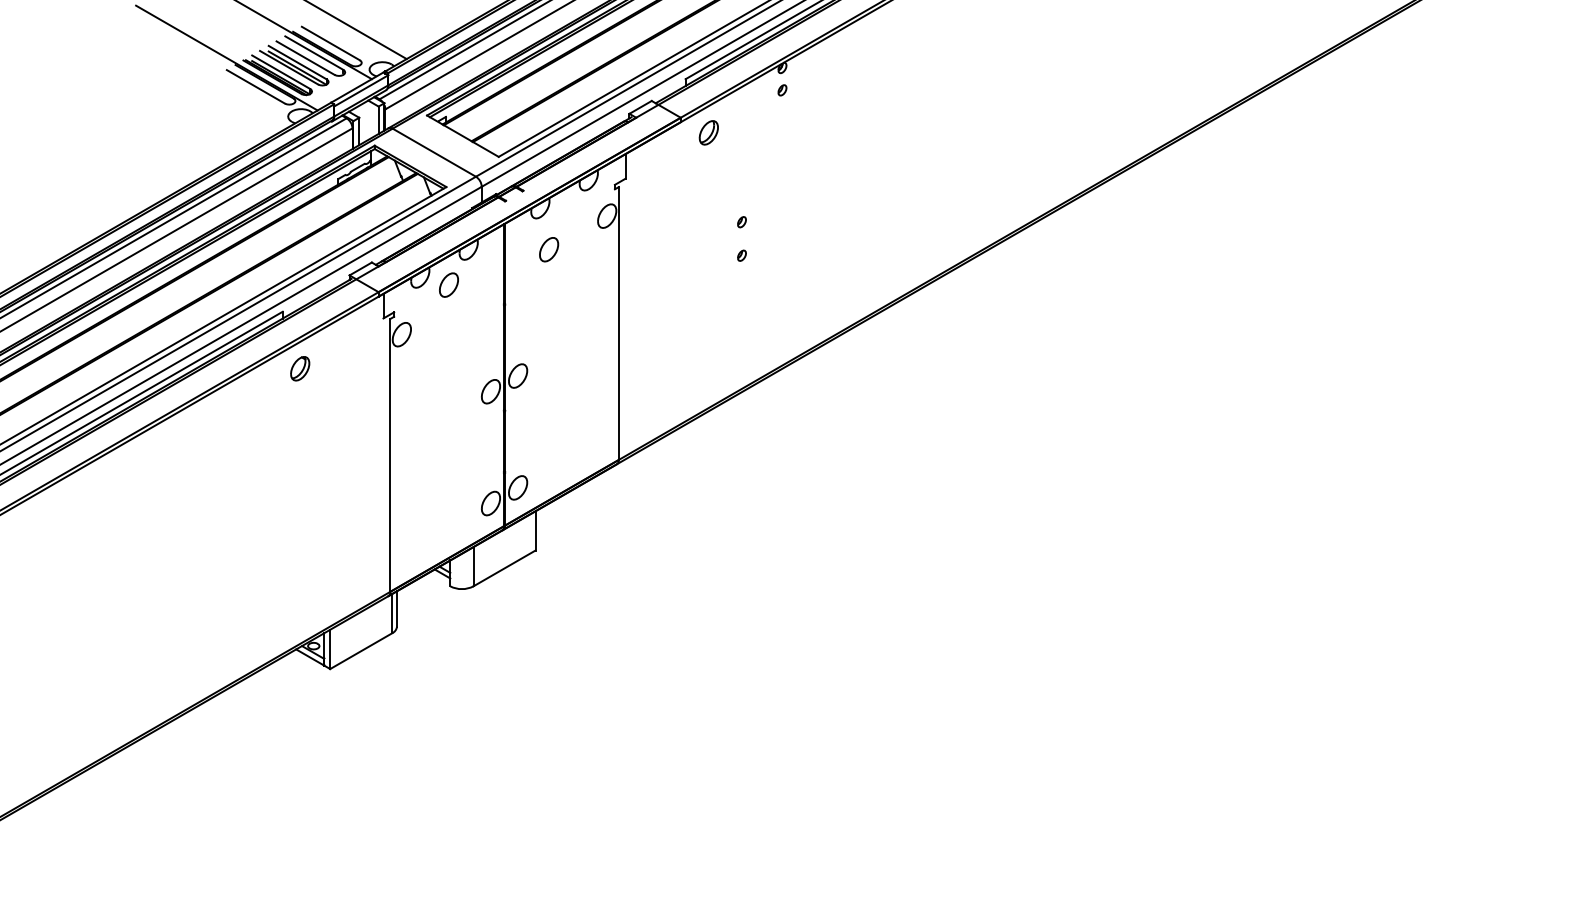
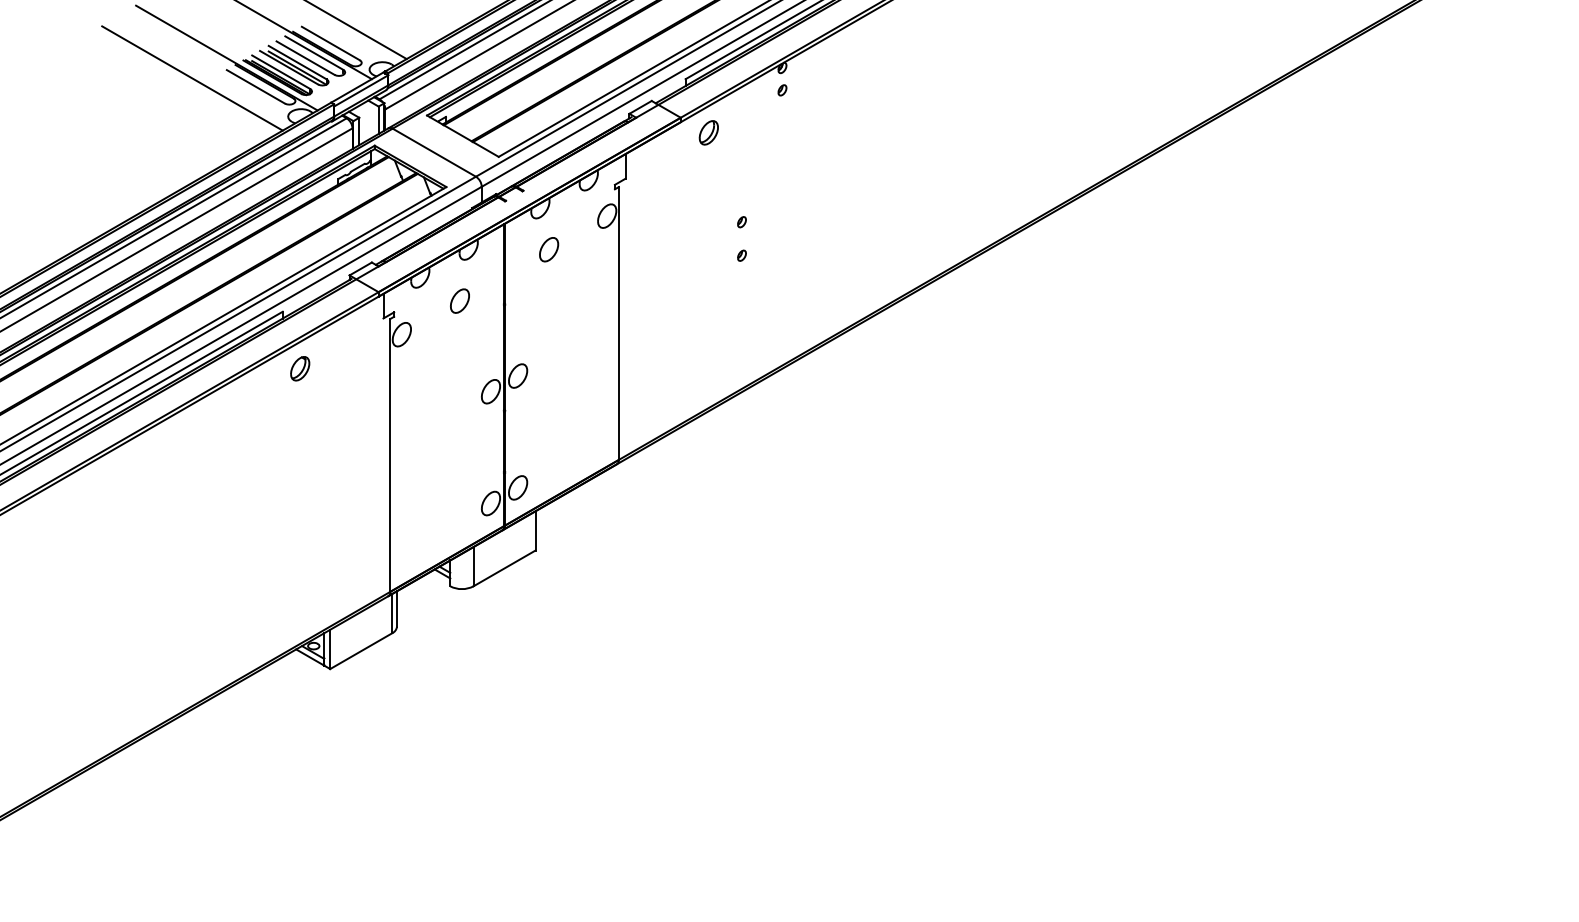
line at (192, 78): none -> present
part at (448, 284) position: (448, 284) -> (459, 300)
